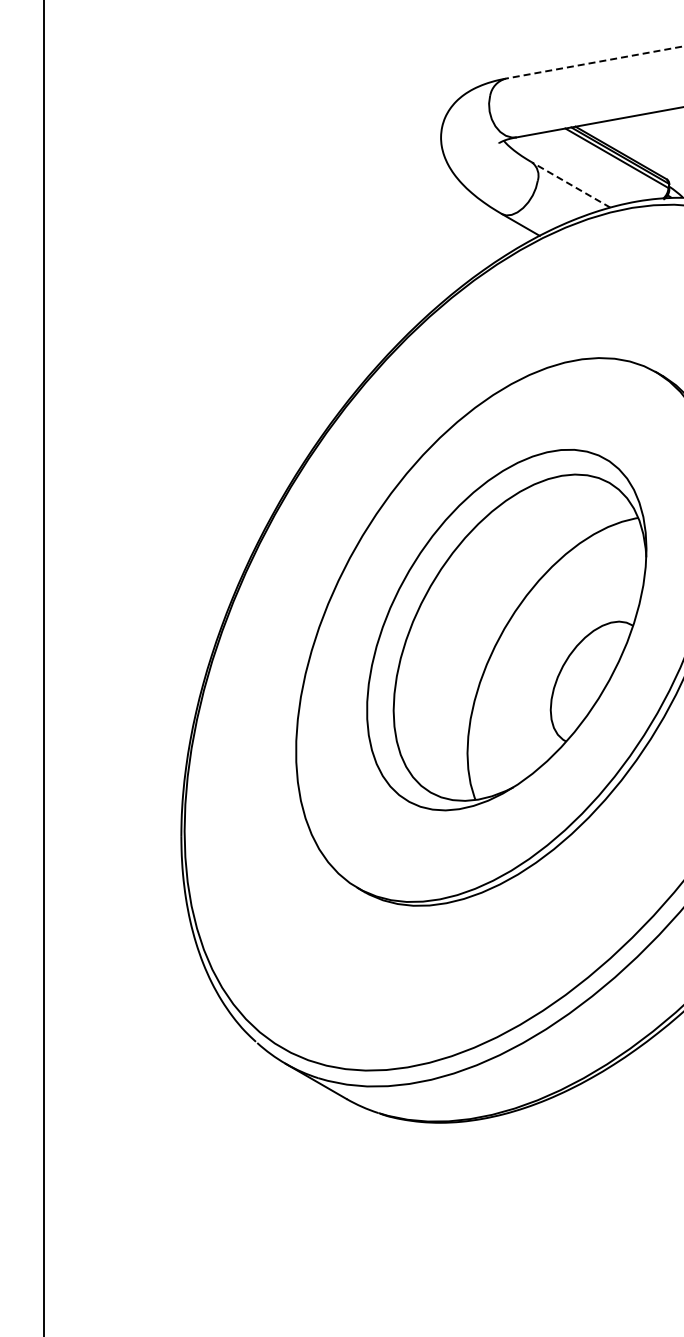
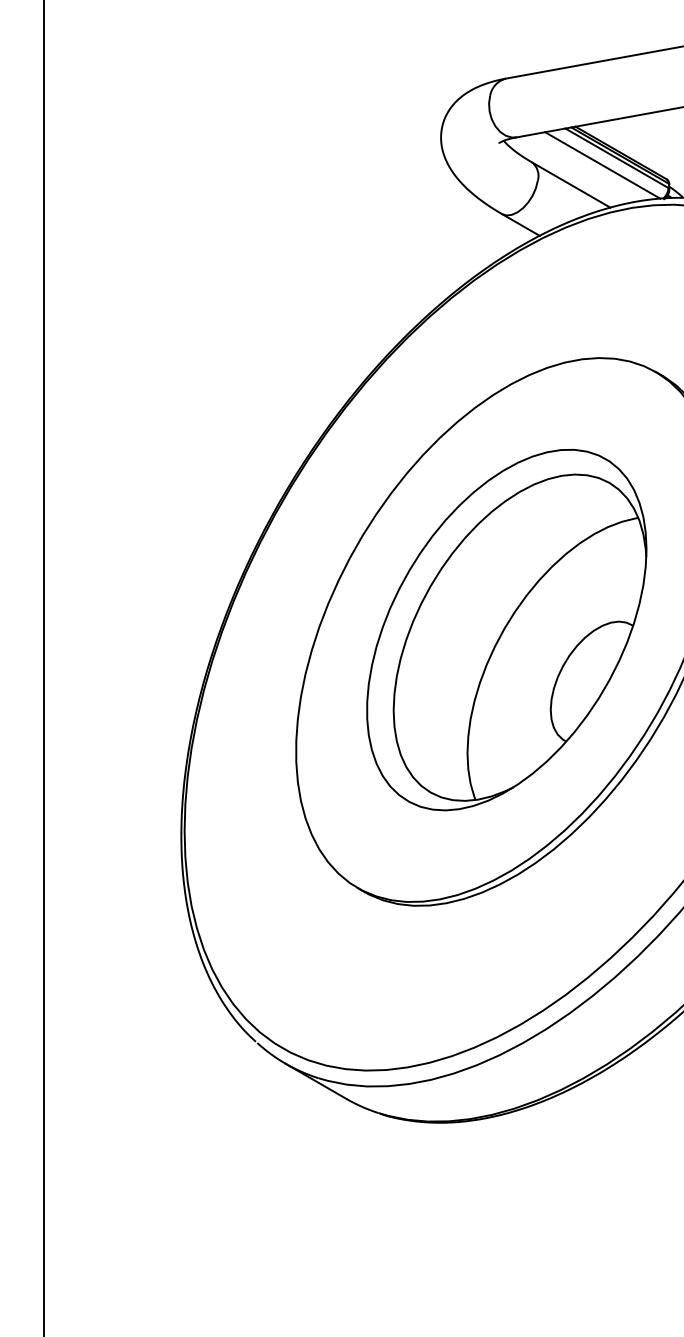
line at (594, 62): dashed -> solid
line at (602, 165): none -> present
line at (570, 184): dashed -> solid
